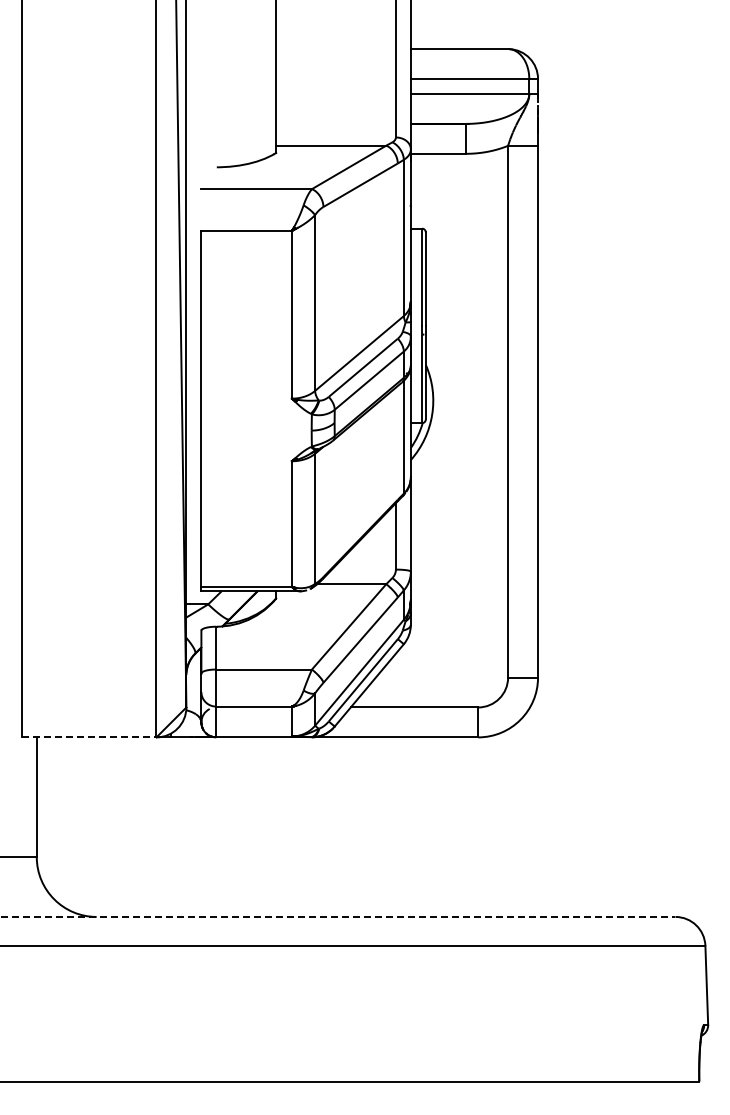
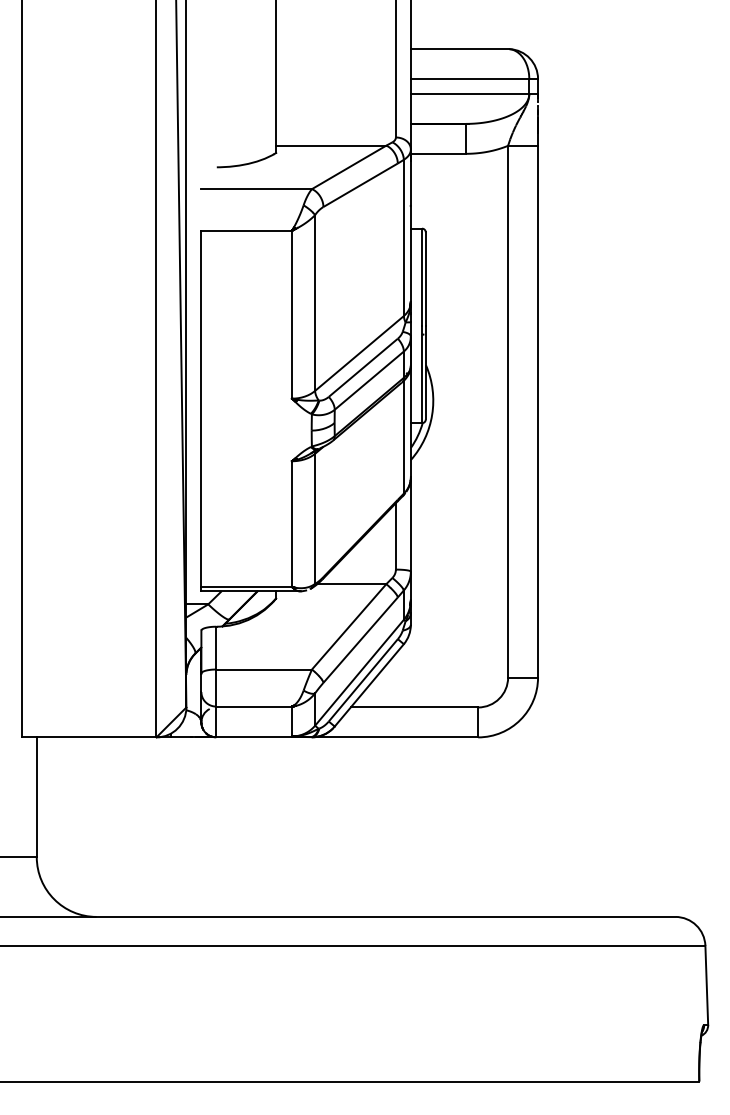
line at (89, 737): dashed -> solid
line at (338, 916): dashed -> solid
